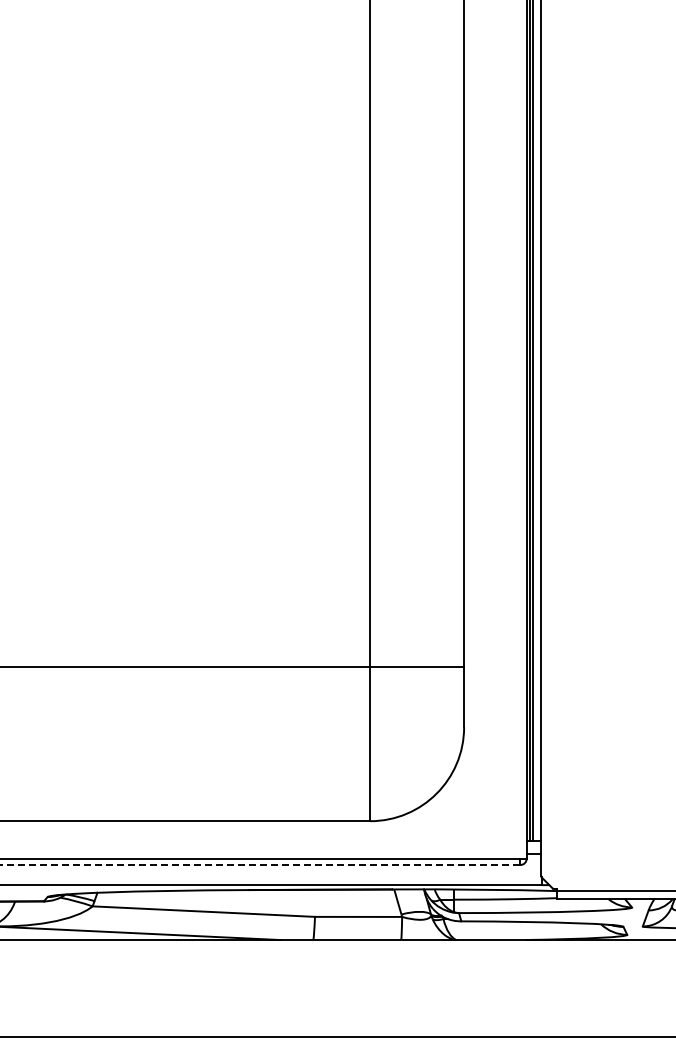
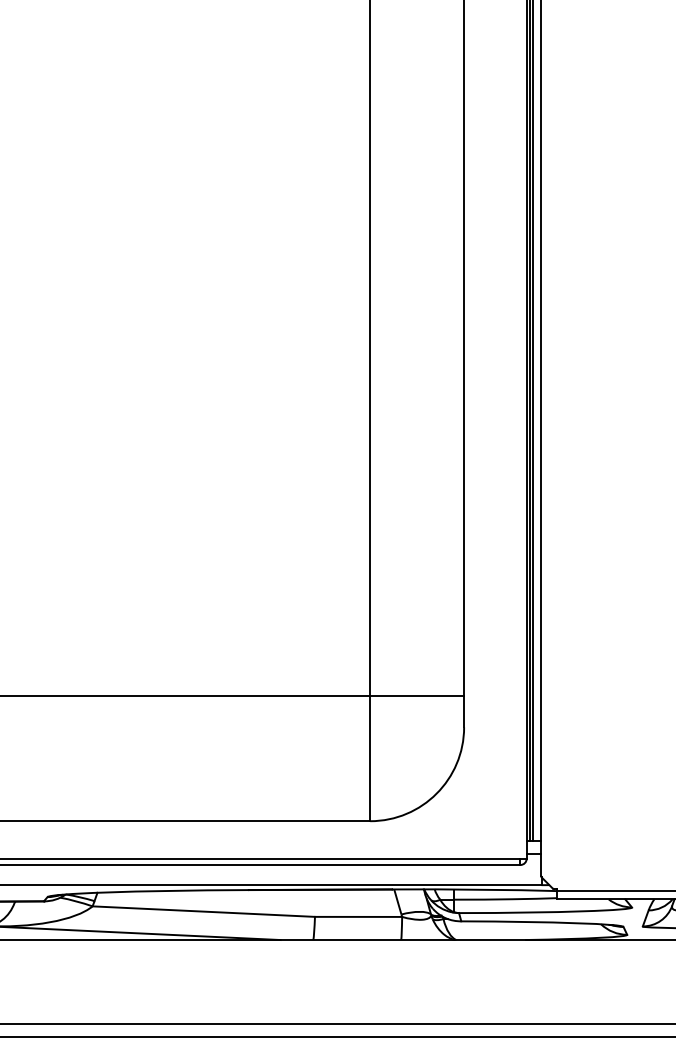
line at (233, 667) position: (233, 667) -> (233, 696)
line at (260, 865): dashed -> solid
line at (337, 1023): none -> present
